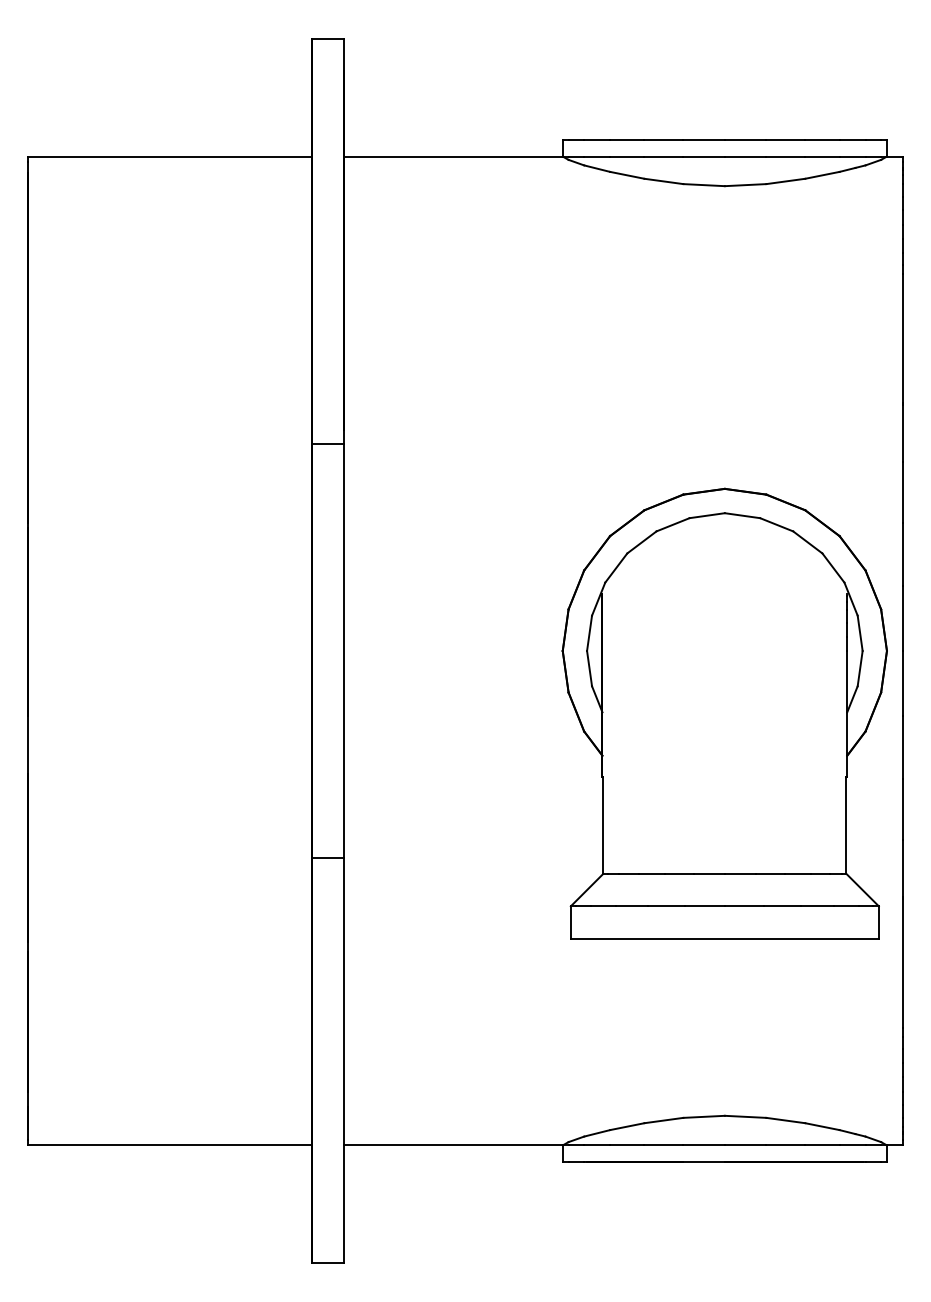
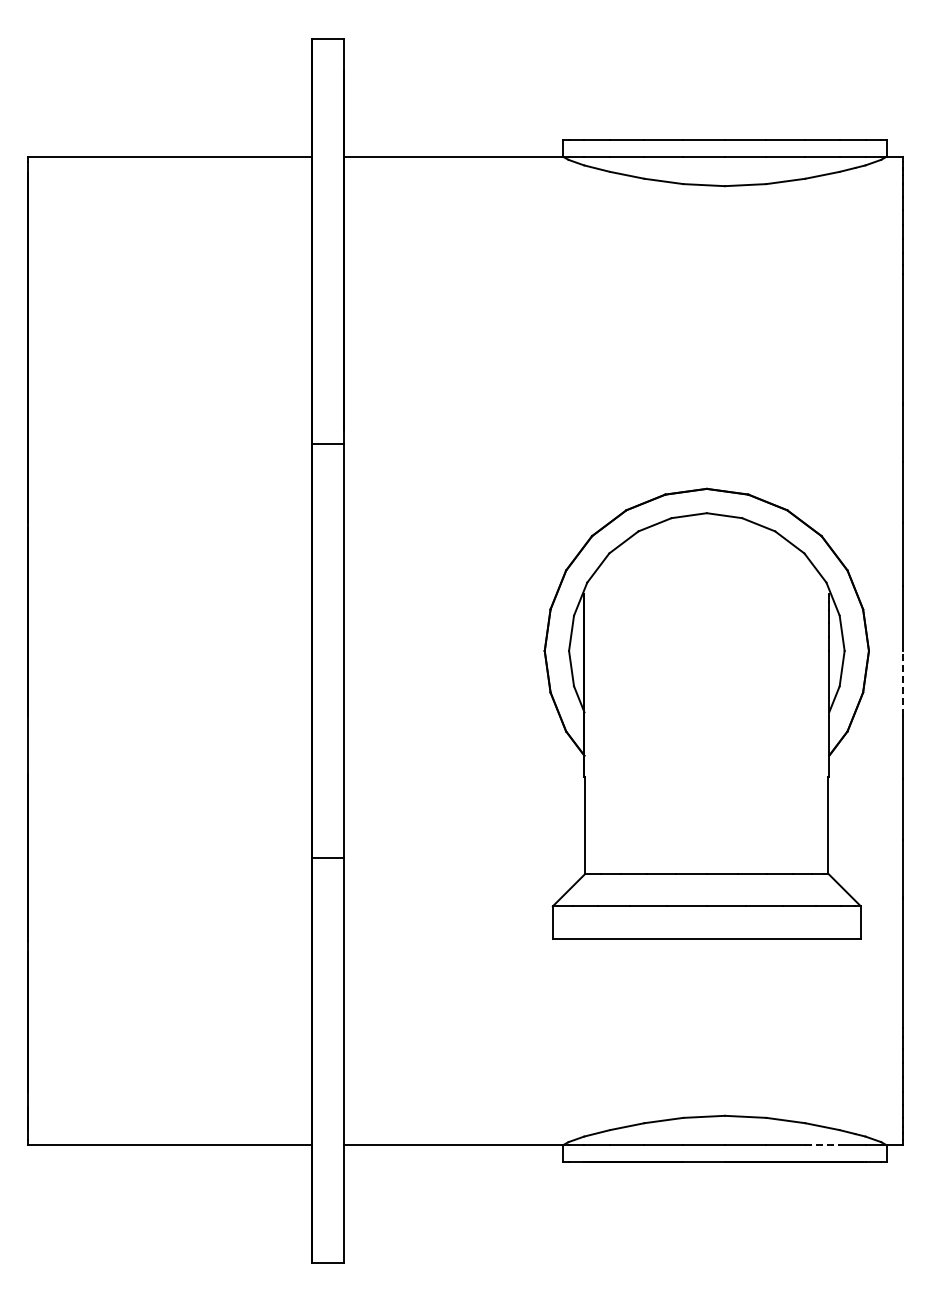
line at (903, 682): solid -> dashed
part at (724, 713) position: (724, 713) -> (706, 713)
line at (822, 1145): solid -> dashed
